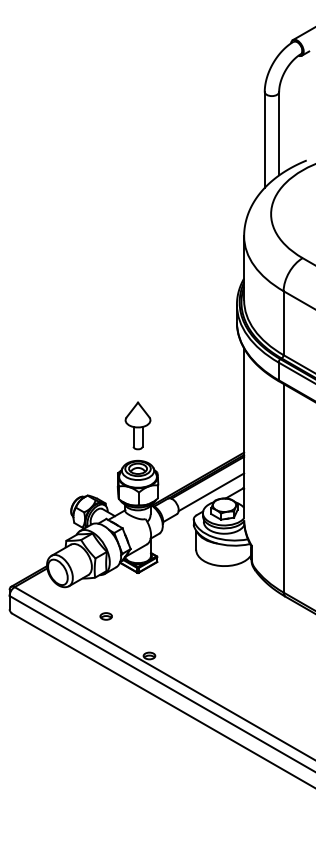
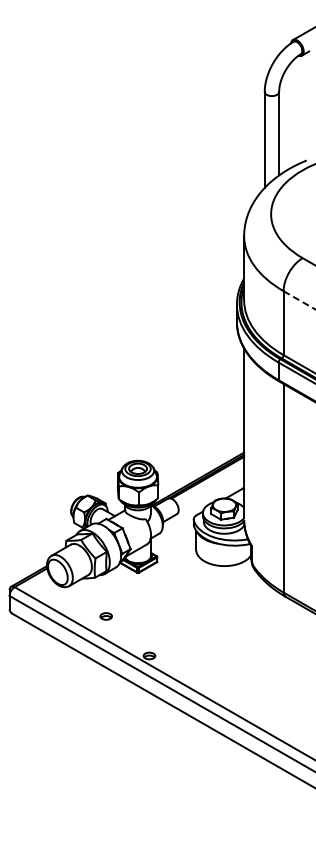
line at (299, 300): solid -> dashed
part at (137, 425): present -> none
line at (211, 492): present -> none
